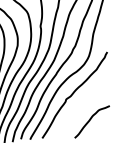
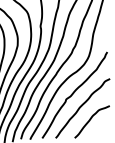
curve at (81, 107): none -> present
